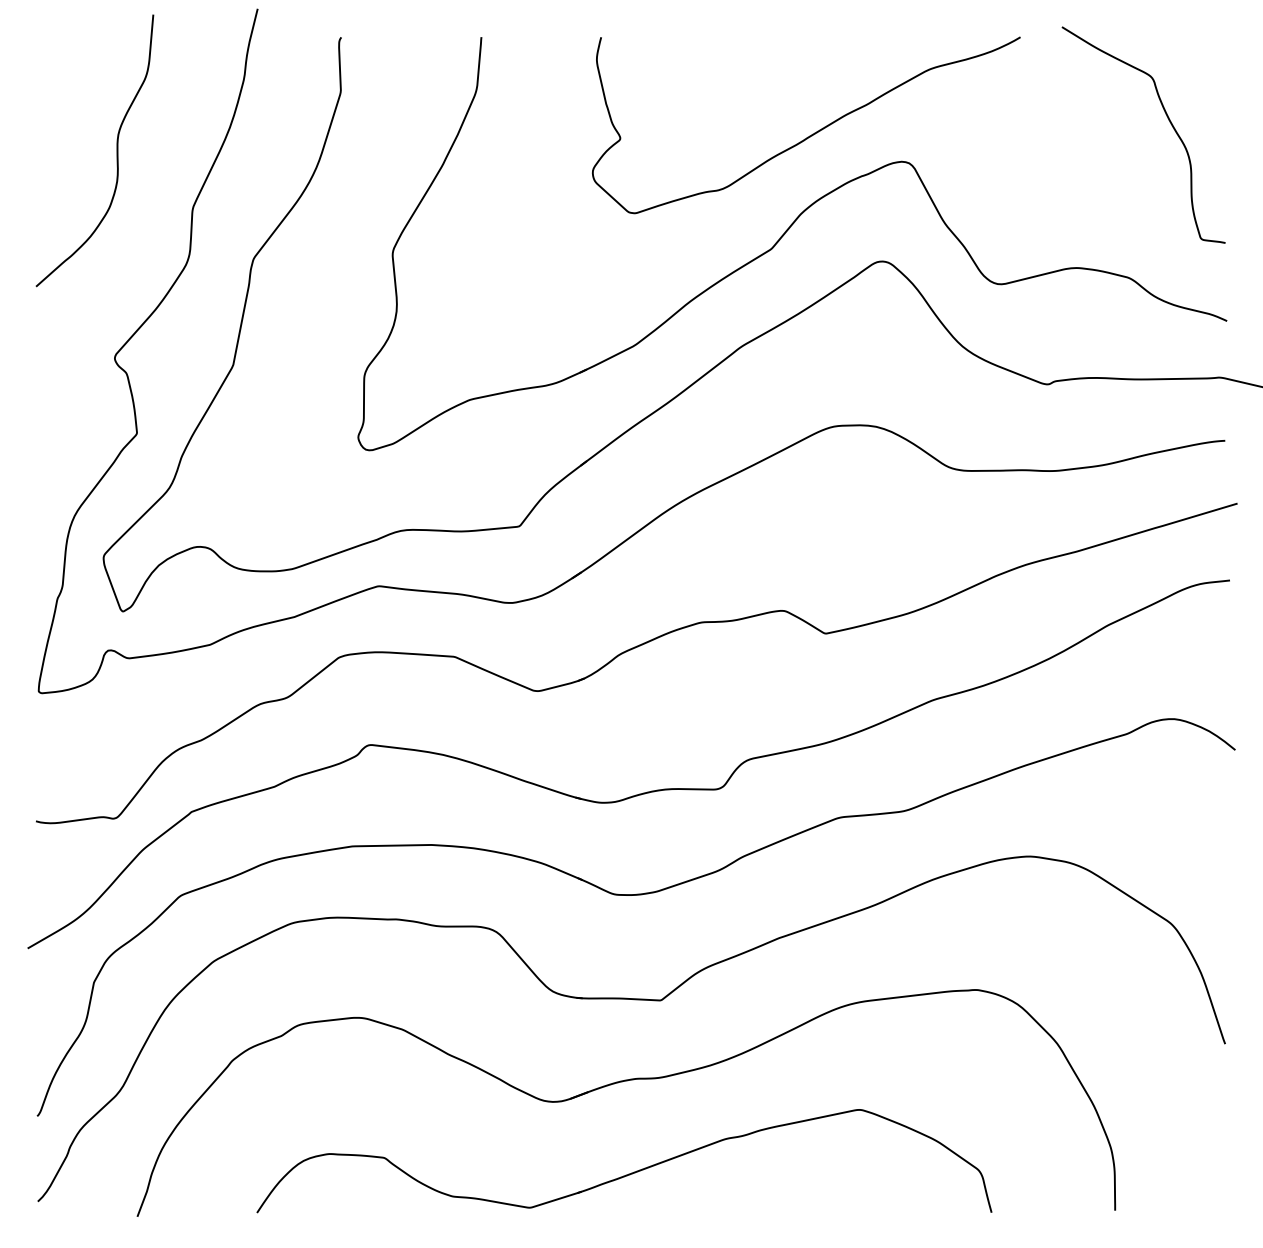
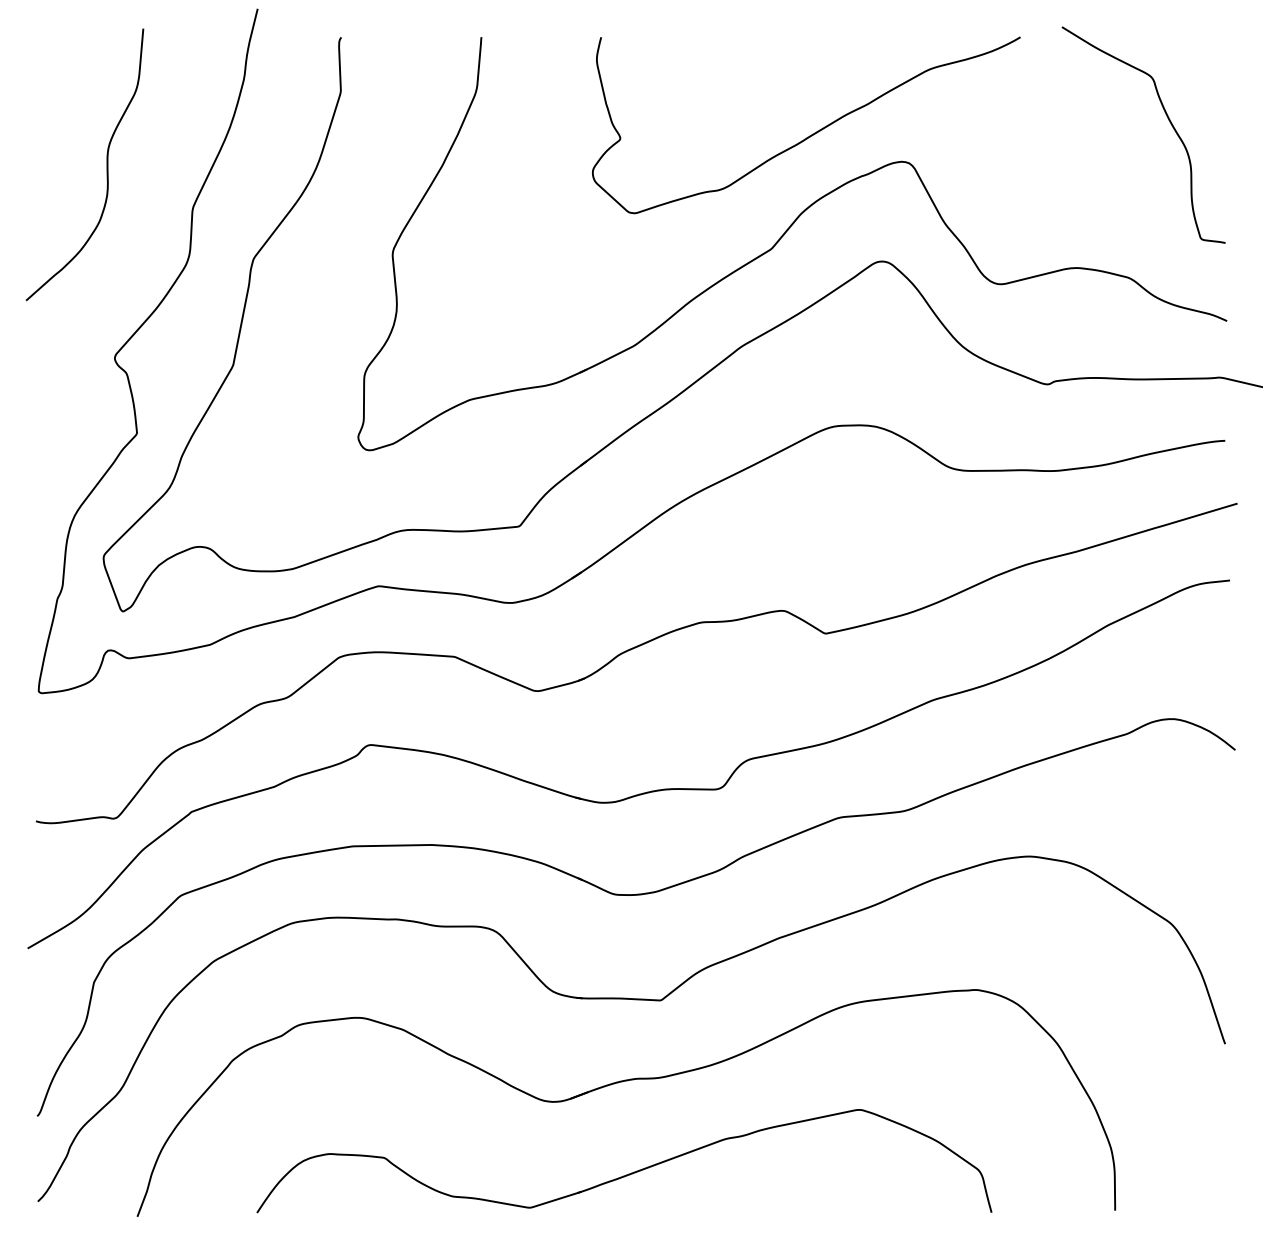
curve at (116, 150) position: (116, 150) -> (106, 164)
